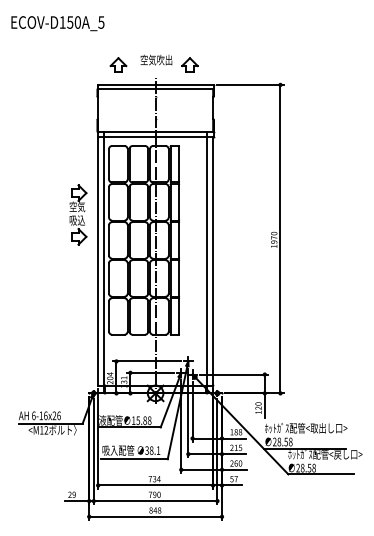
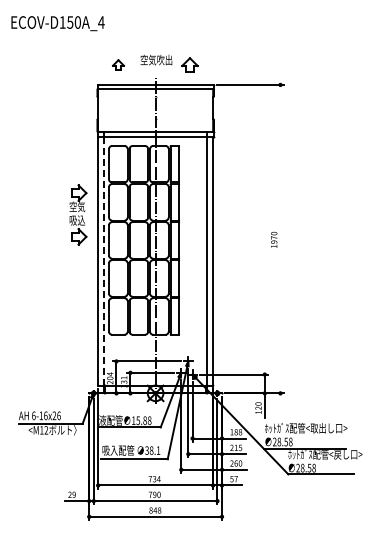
text at (101, 22): ECOV-D150A_5 -> ECOV-D150A_4
part at (118, 64) size: 19x16 px -> 13x12 px
line at (280, 238): present -> none
line at (104, 260): solid -> dashed
